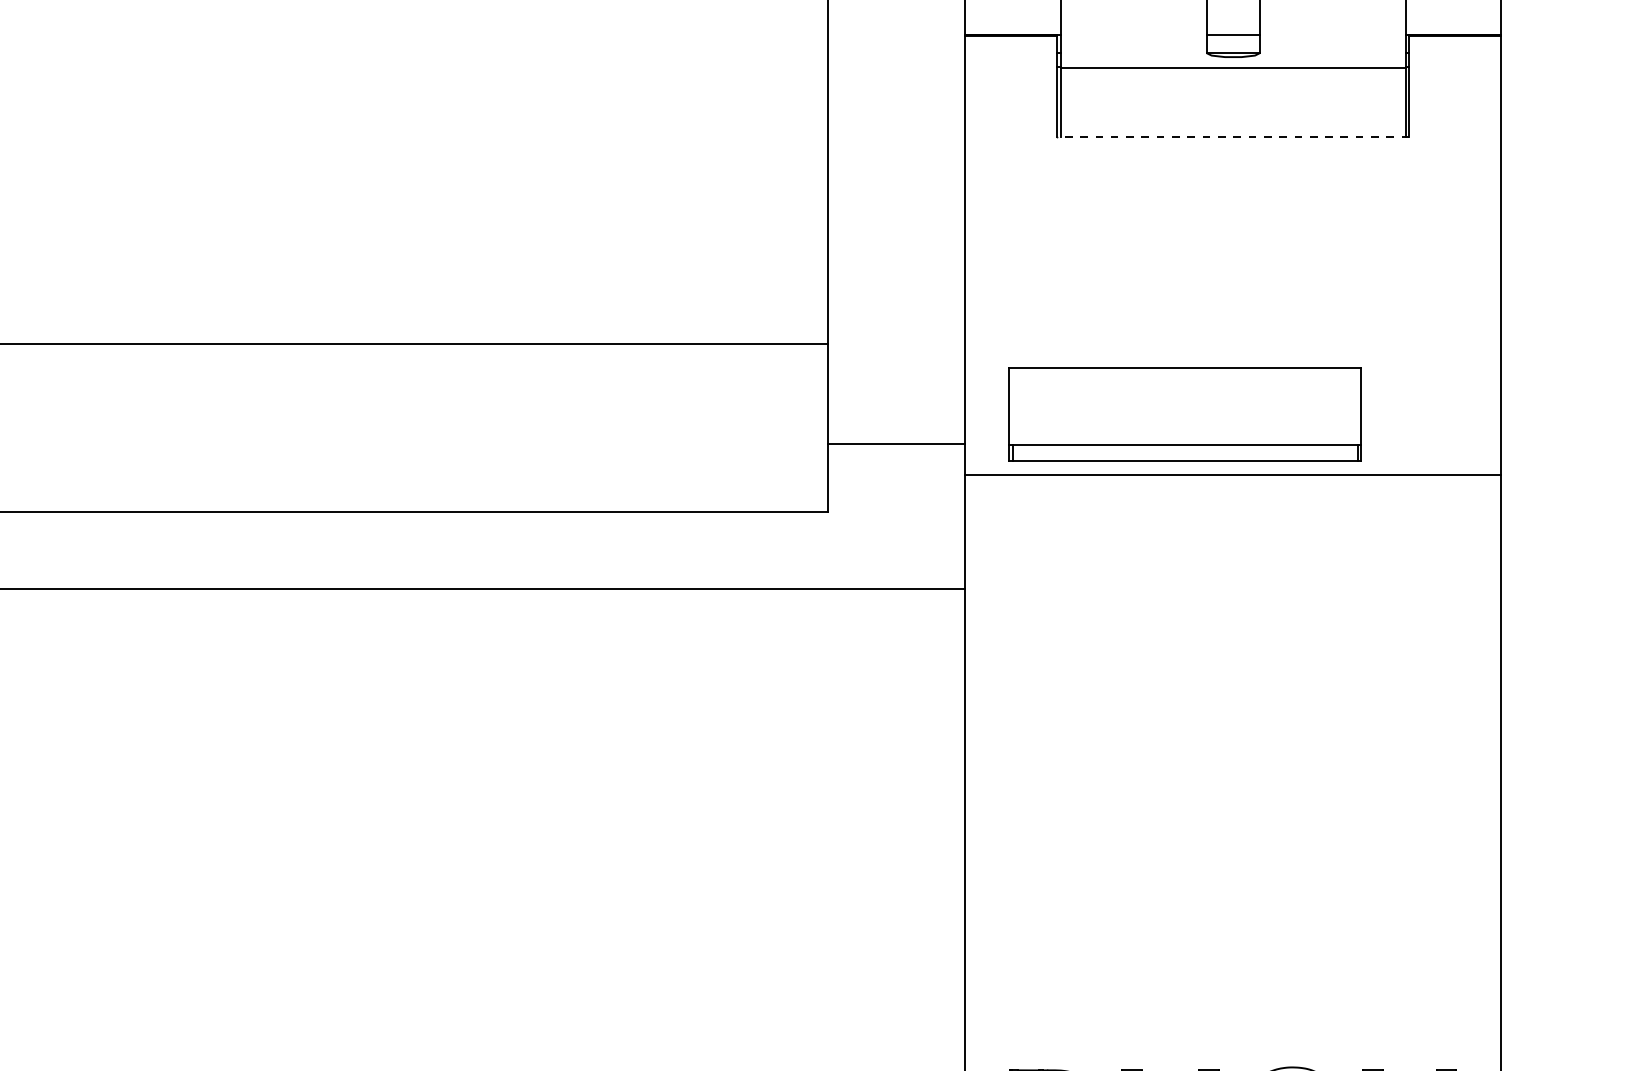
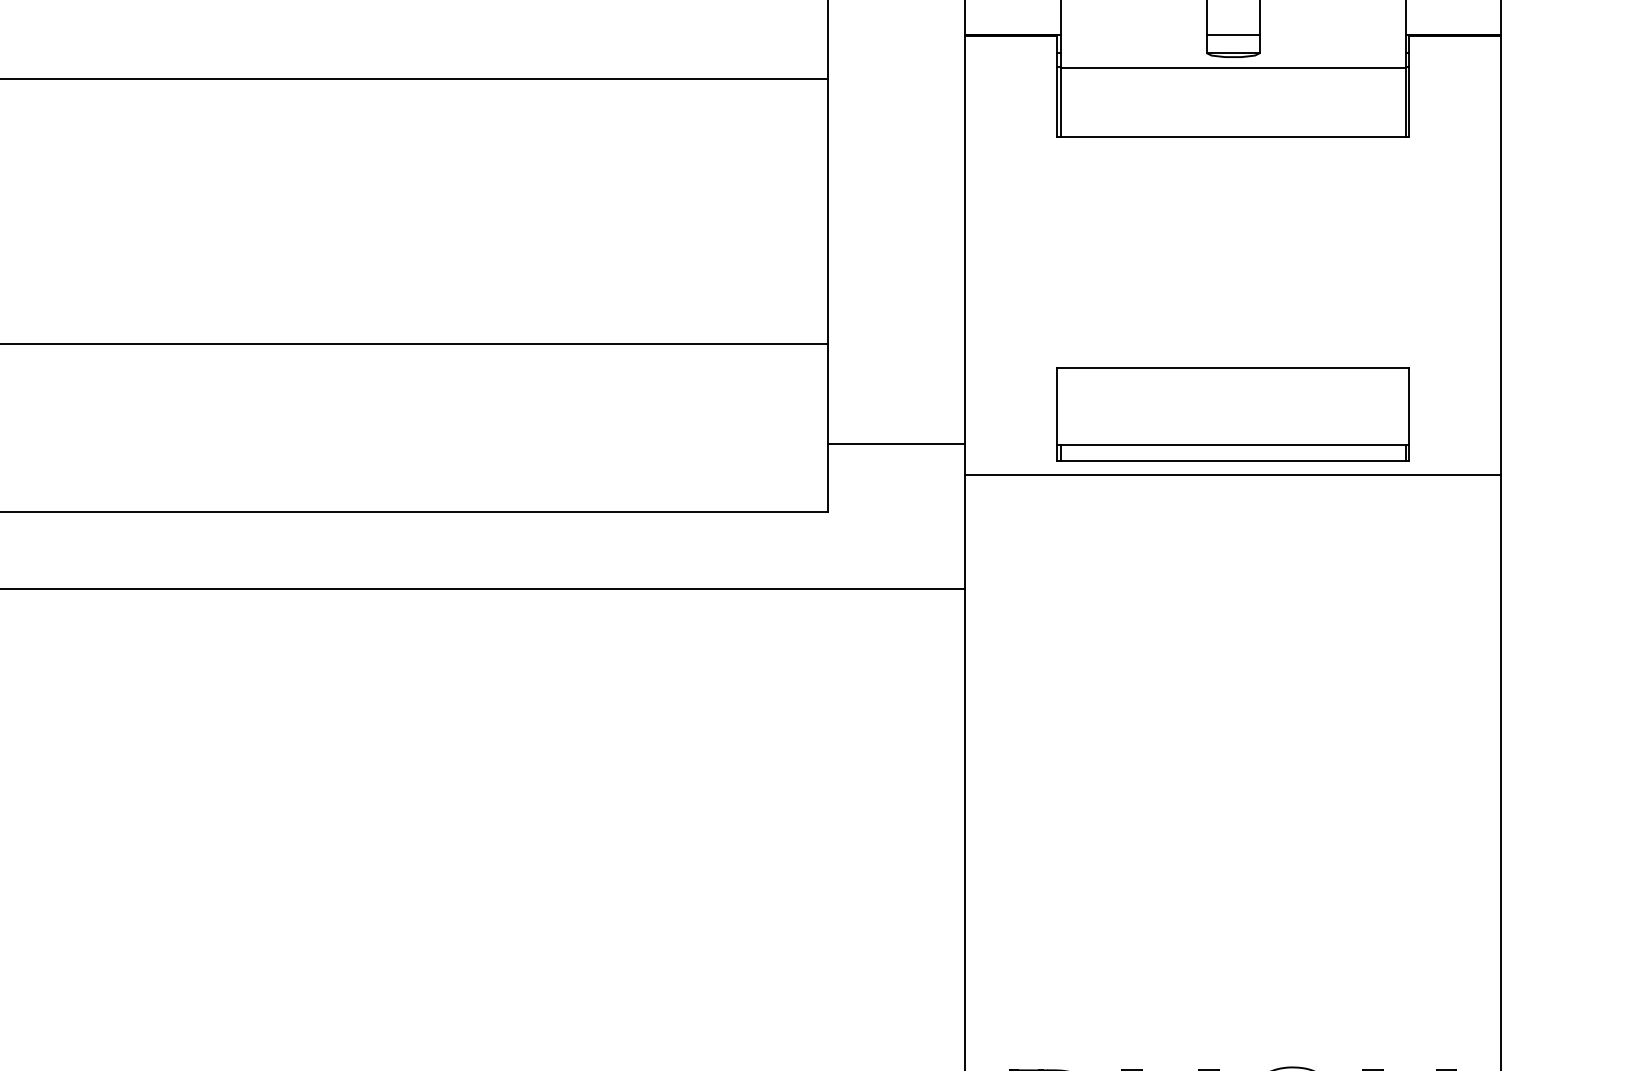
line at (414, 79): none -> present
line at (1232, 137): dashed -> solid
part at (1184, 414) position: (1184, 414) -> (1232, 414)
